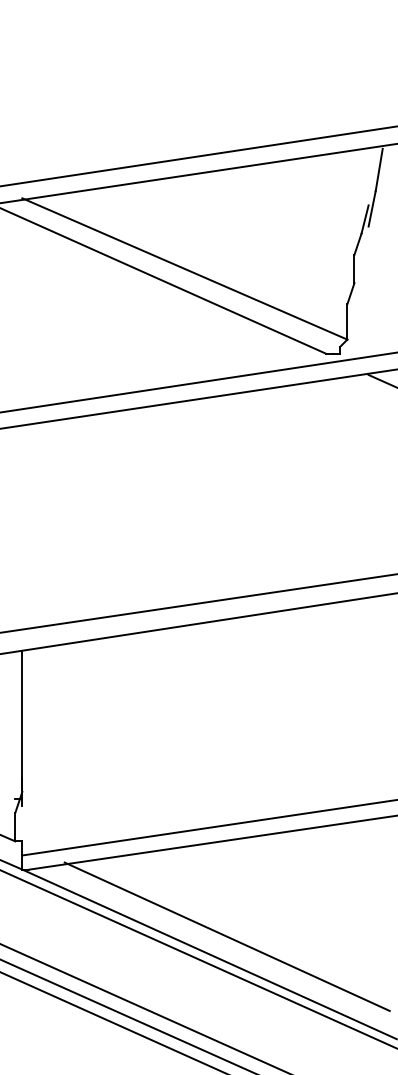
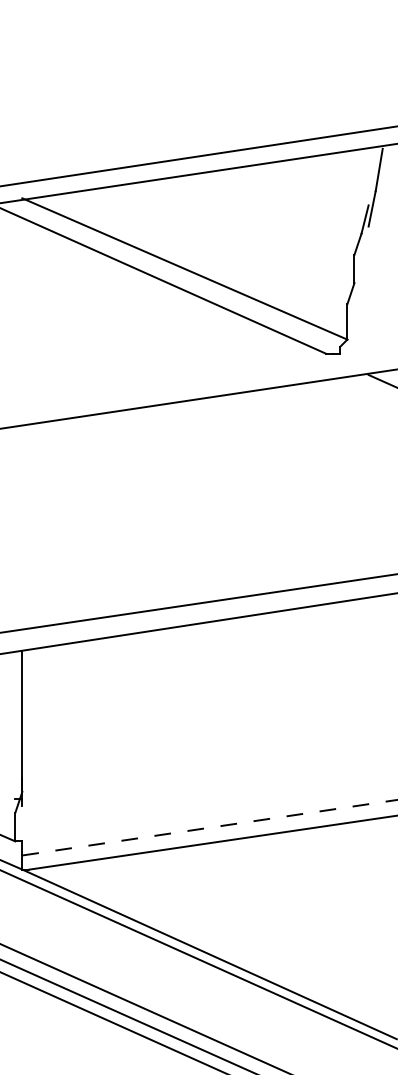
line at (198, 382): present -> none
line at (210, 827): solid -> dashed
line at (226, 936): present -> none
